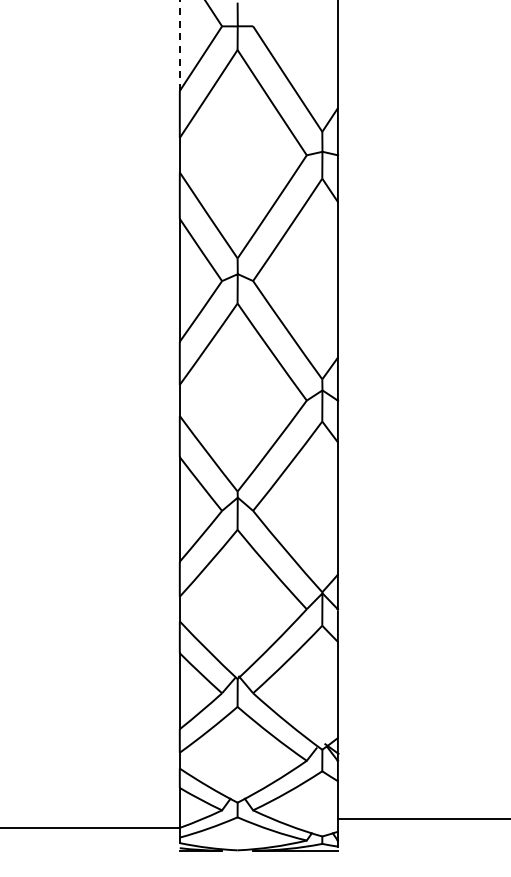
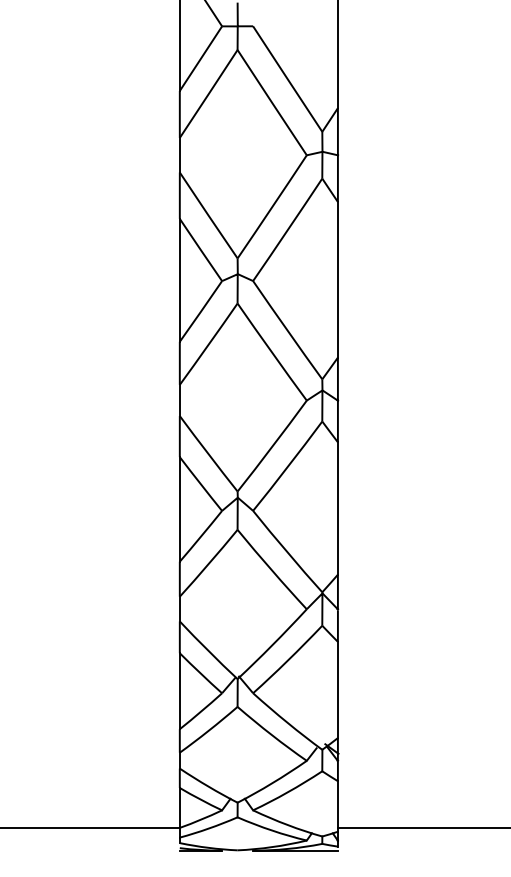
line at (179, 45): dashed -> solid
line at (422, 819) position: (422, 819) -> (422, 828)
